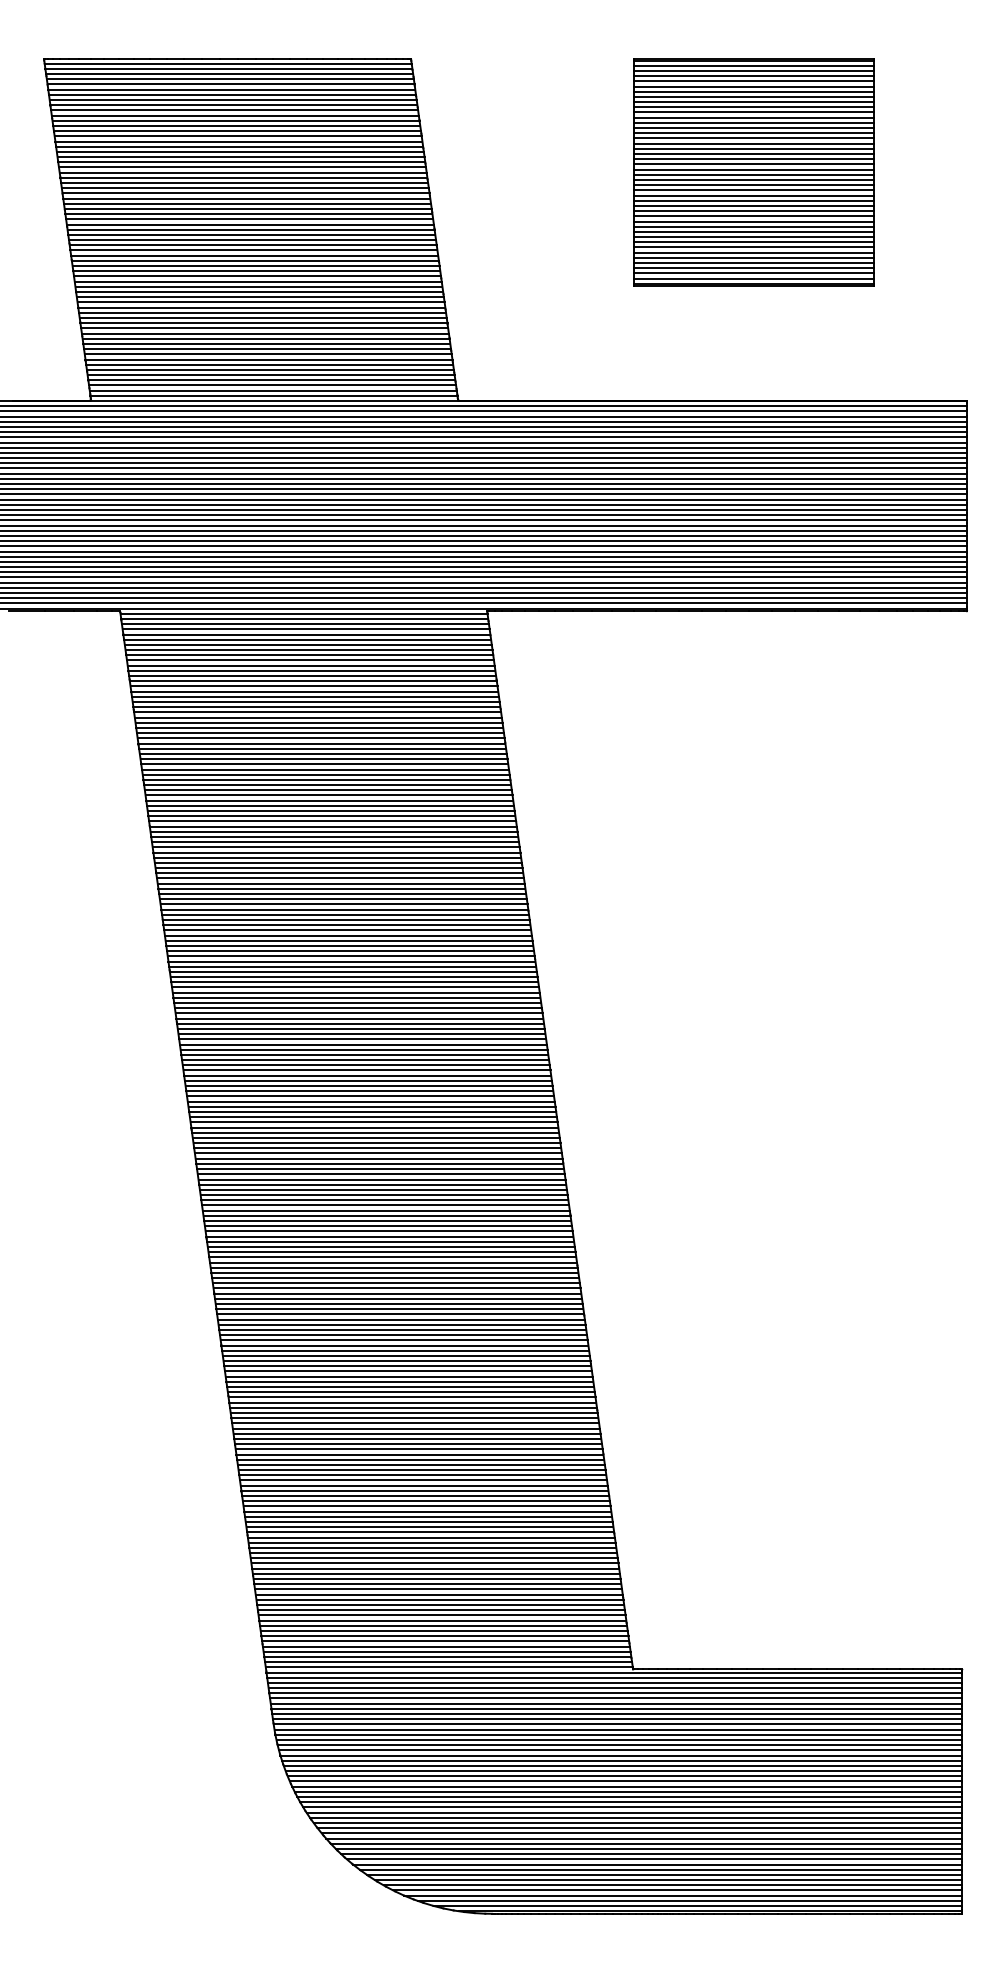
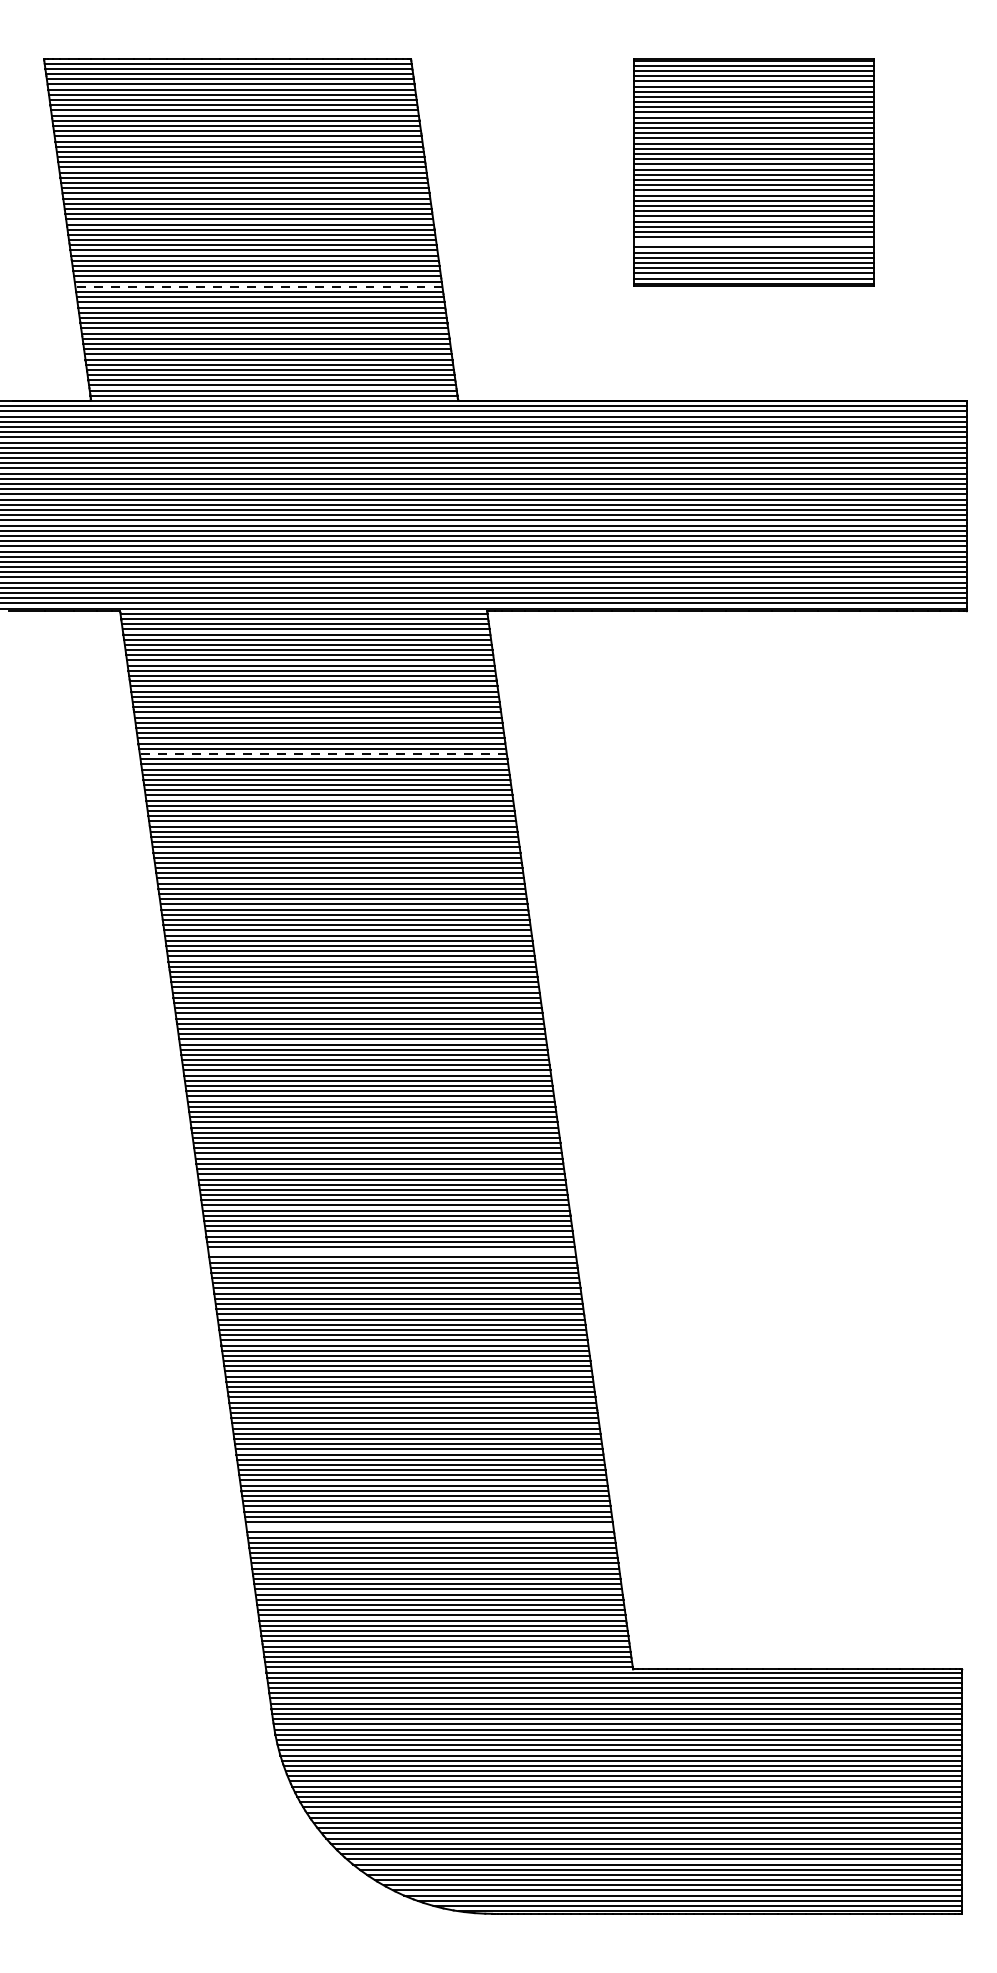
line at (754, 242): present -> none
line at (258, 286): solid -> dashed
line at (323, 753): solid -> dashed
line at (391, 1252): present -> none
line at (429, 1527): present -> none
